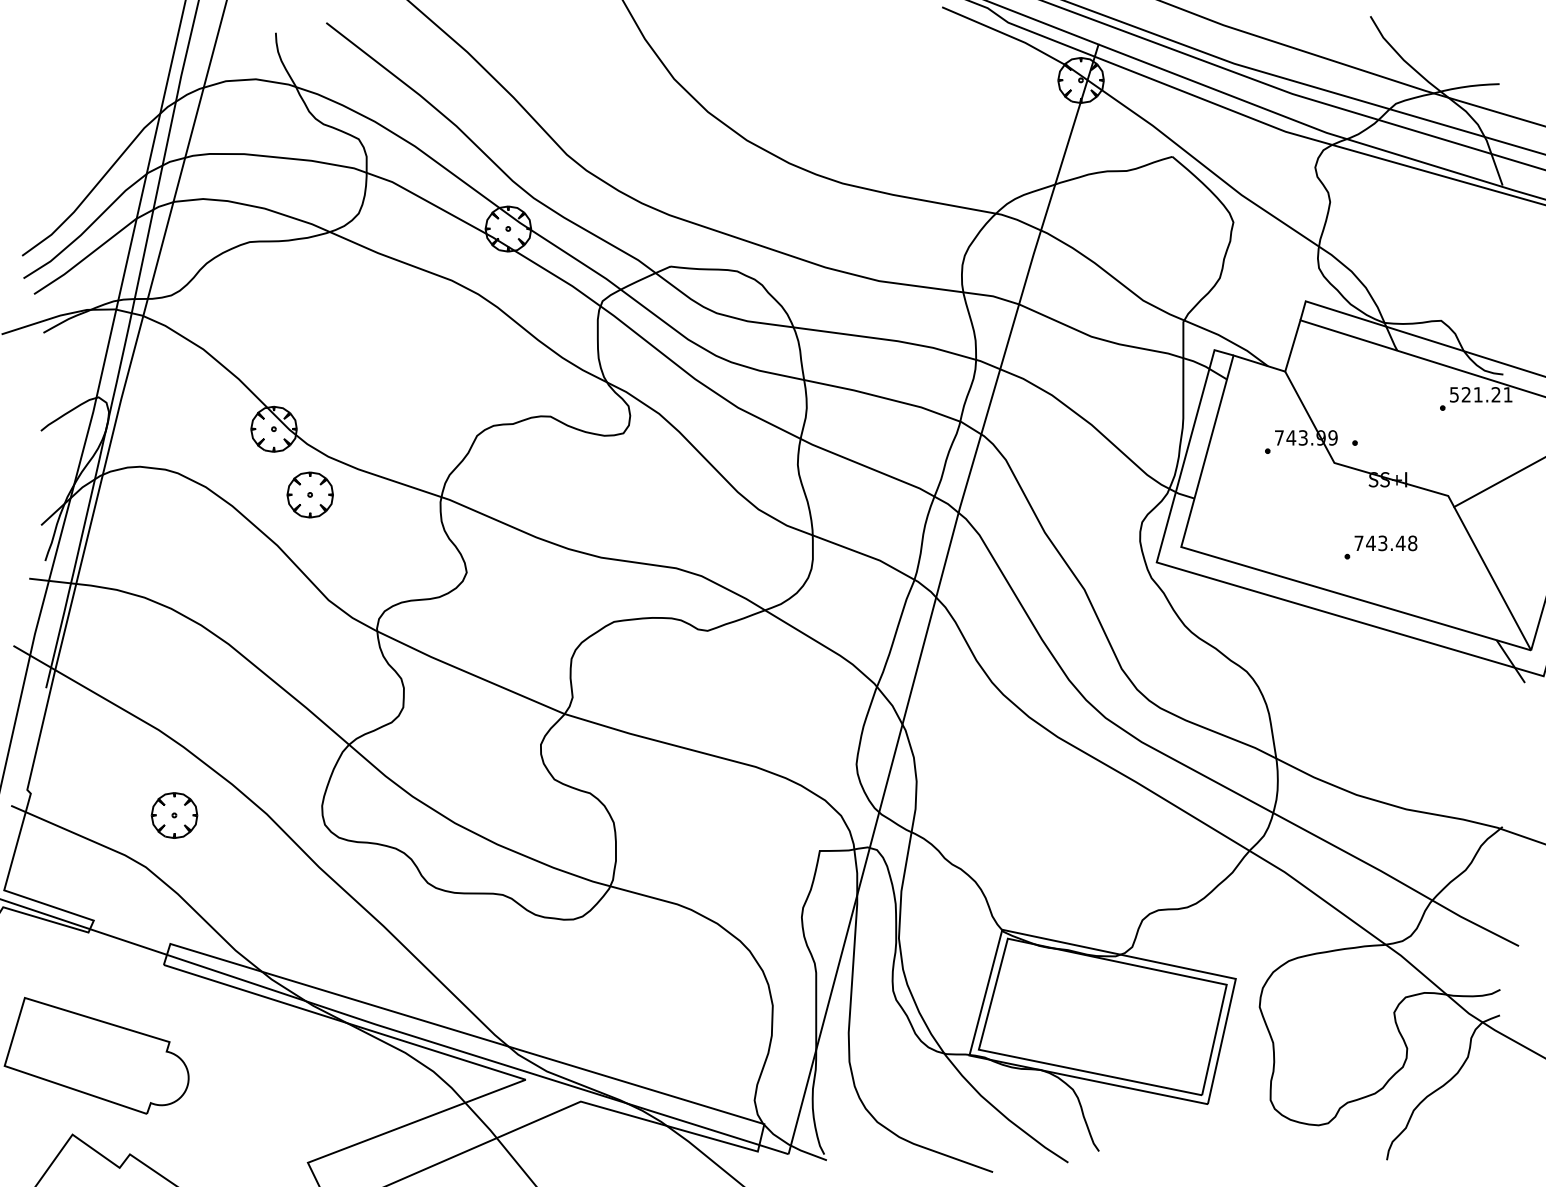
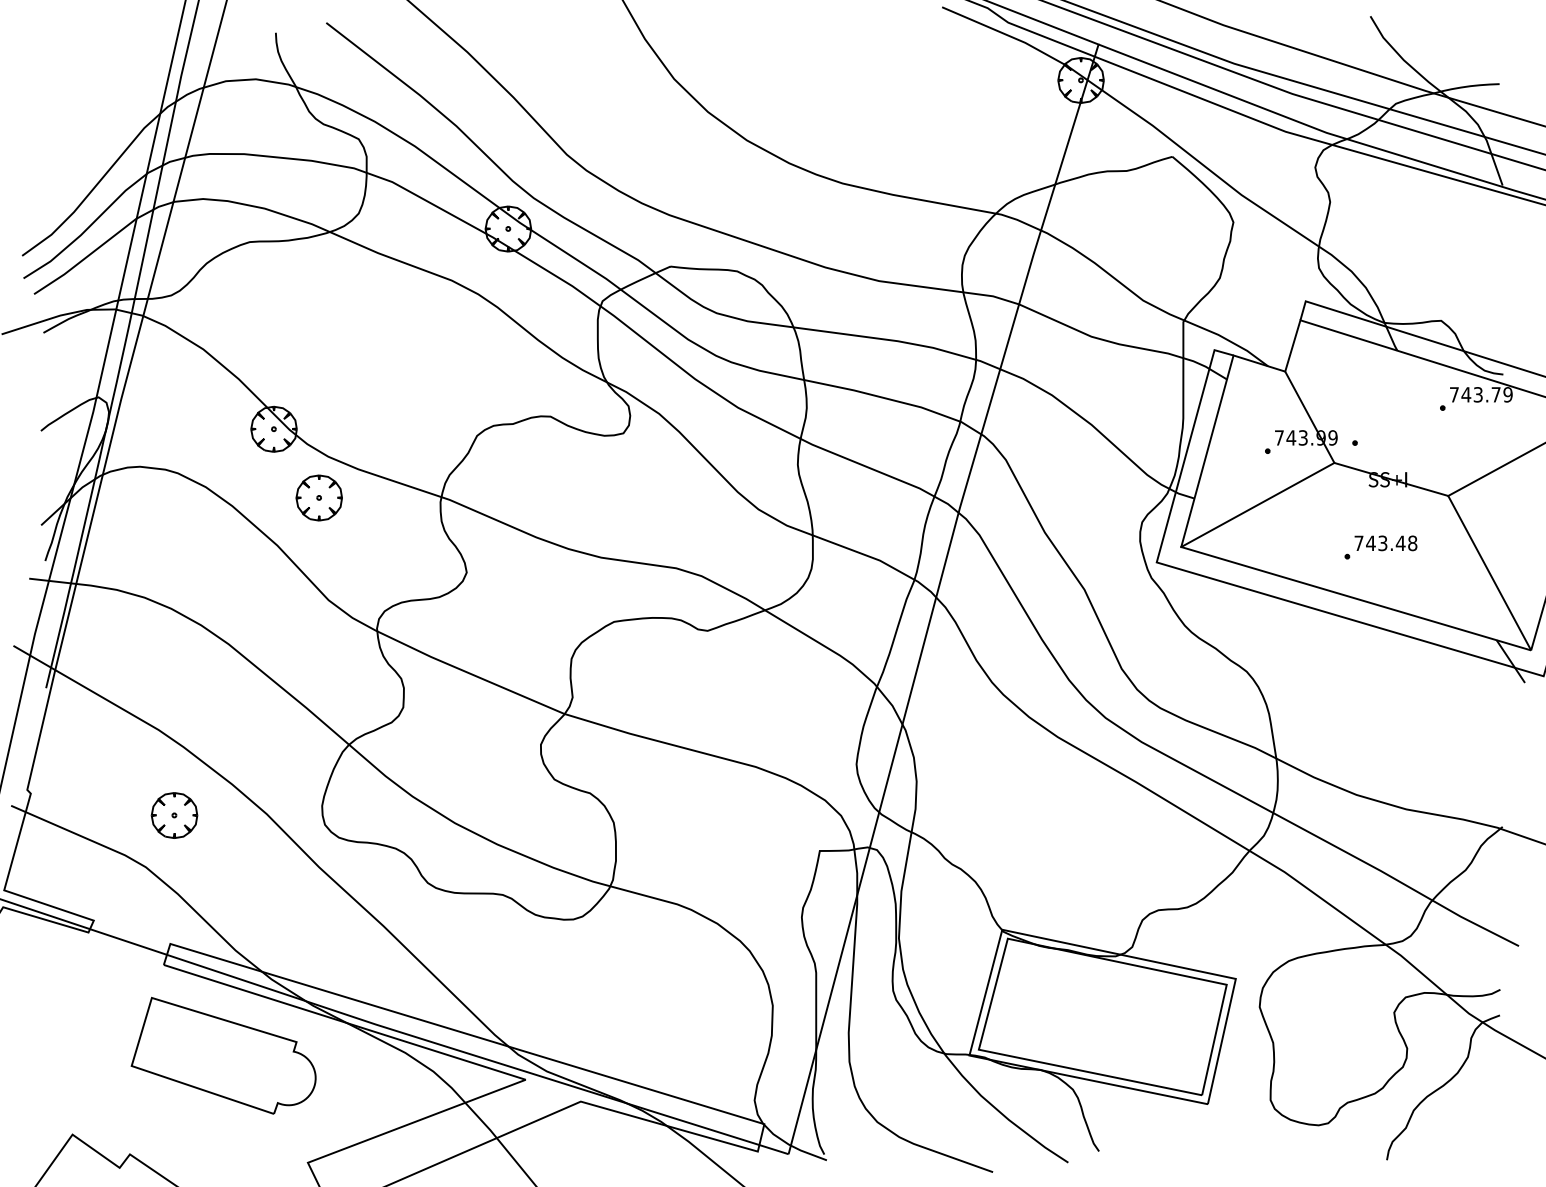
text at (1481, 394): 521.21 -> 743.79
line at (1498, 482) position: (1498, 482) -> (1495, 469)
part at (309, 494) position: (309, 494) -> (318, 497)
line at (1257, 504): none -> present
part at (96, 1055) position: (96, 1055) -> (223, 1055)
